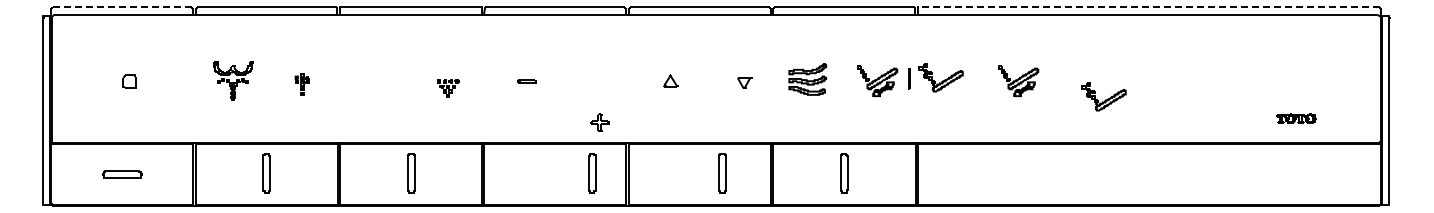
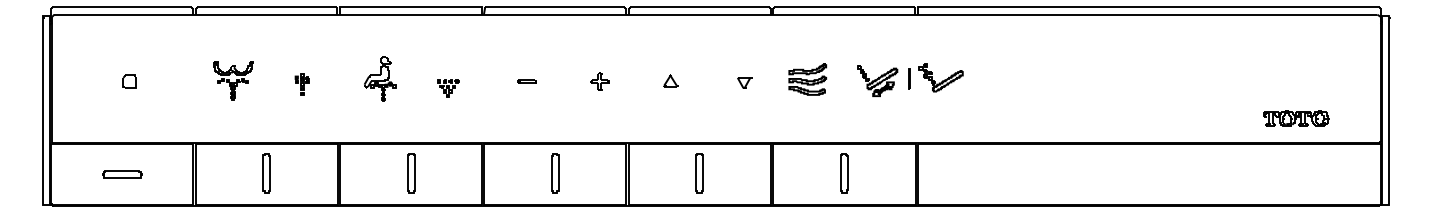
line at (121, 6): dashed -> solid
line at (1148, 6): dashed -> solid
part at (380, 78): none -> present
part at (1018, 80): present -> none
part at (1103, 96): present -> none
part at (1296, 118) size: 41x11 px -> 67x17 px
part at (599, 122) position: (599, 122) -> (599, 81)
part at (592, 173) position: (592, 173) -> (555, 173)
part at (722, 173) position: (722, 173) -> (699, 173)
